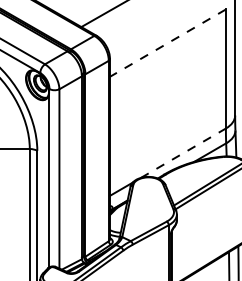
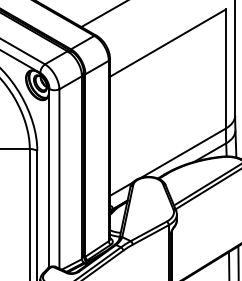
line at (167, 43): dashed -> solid
line at (183, 152): dashed -> solid
